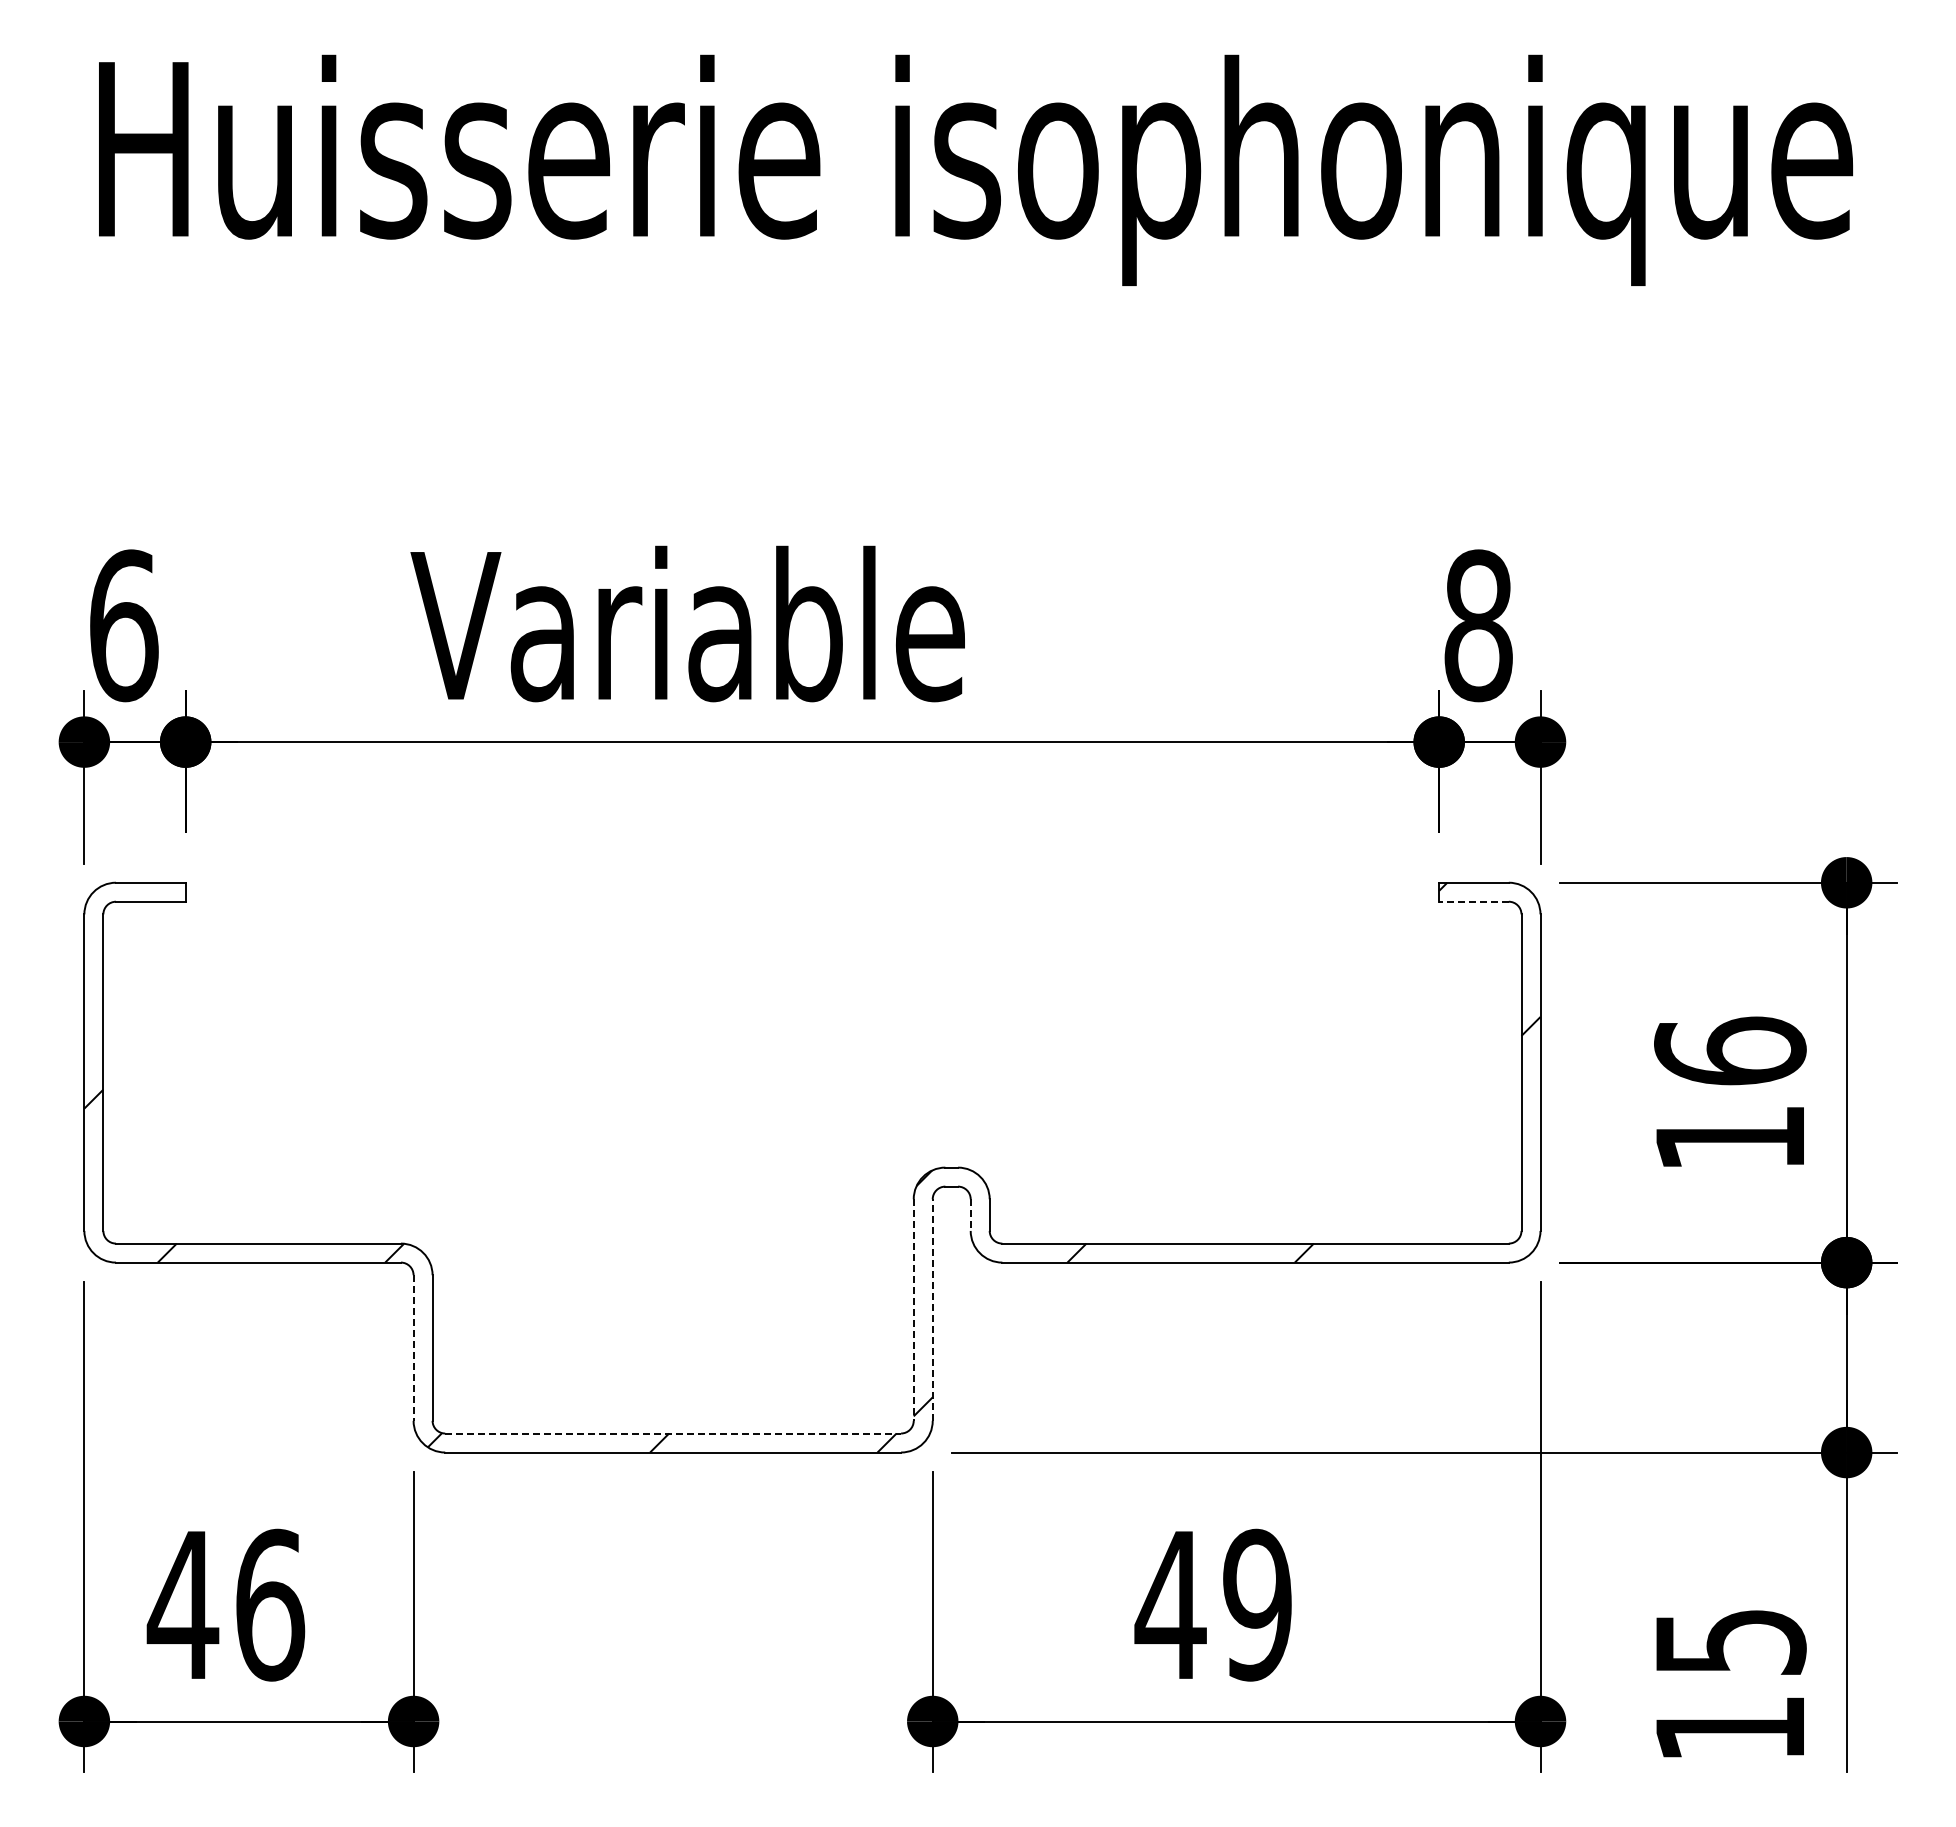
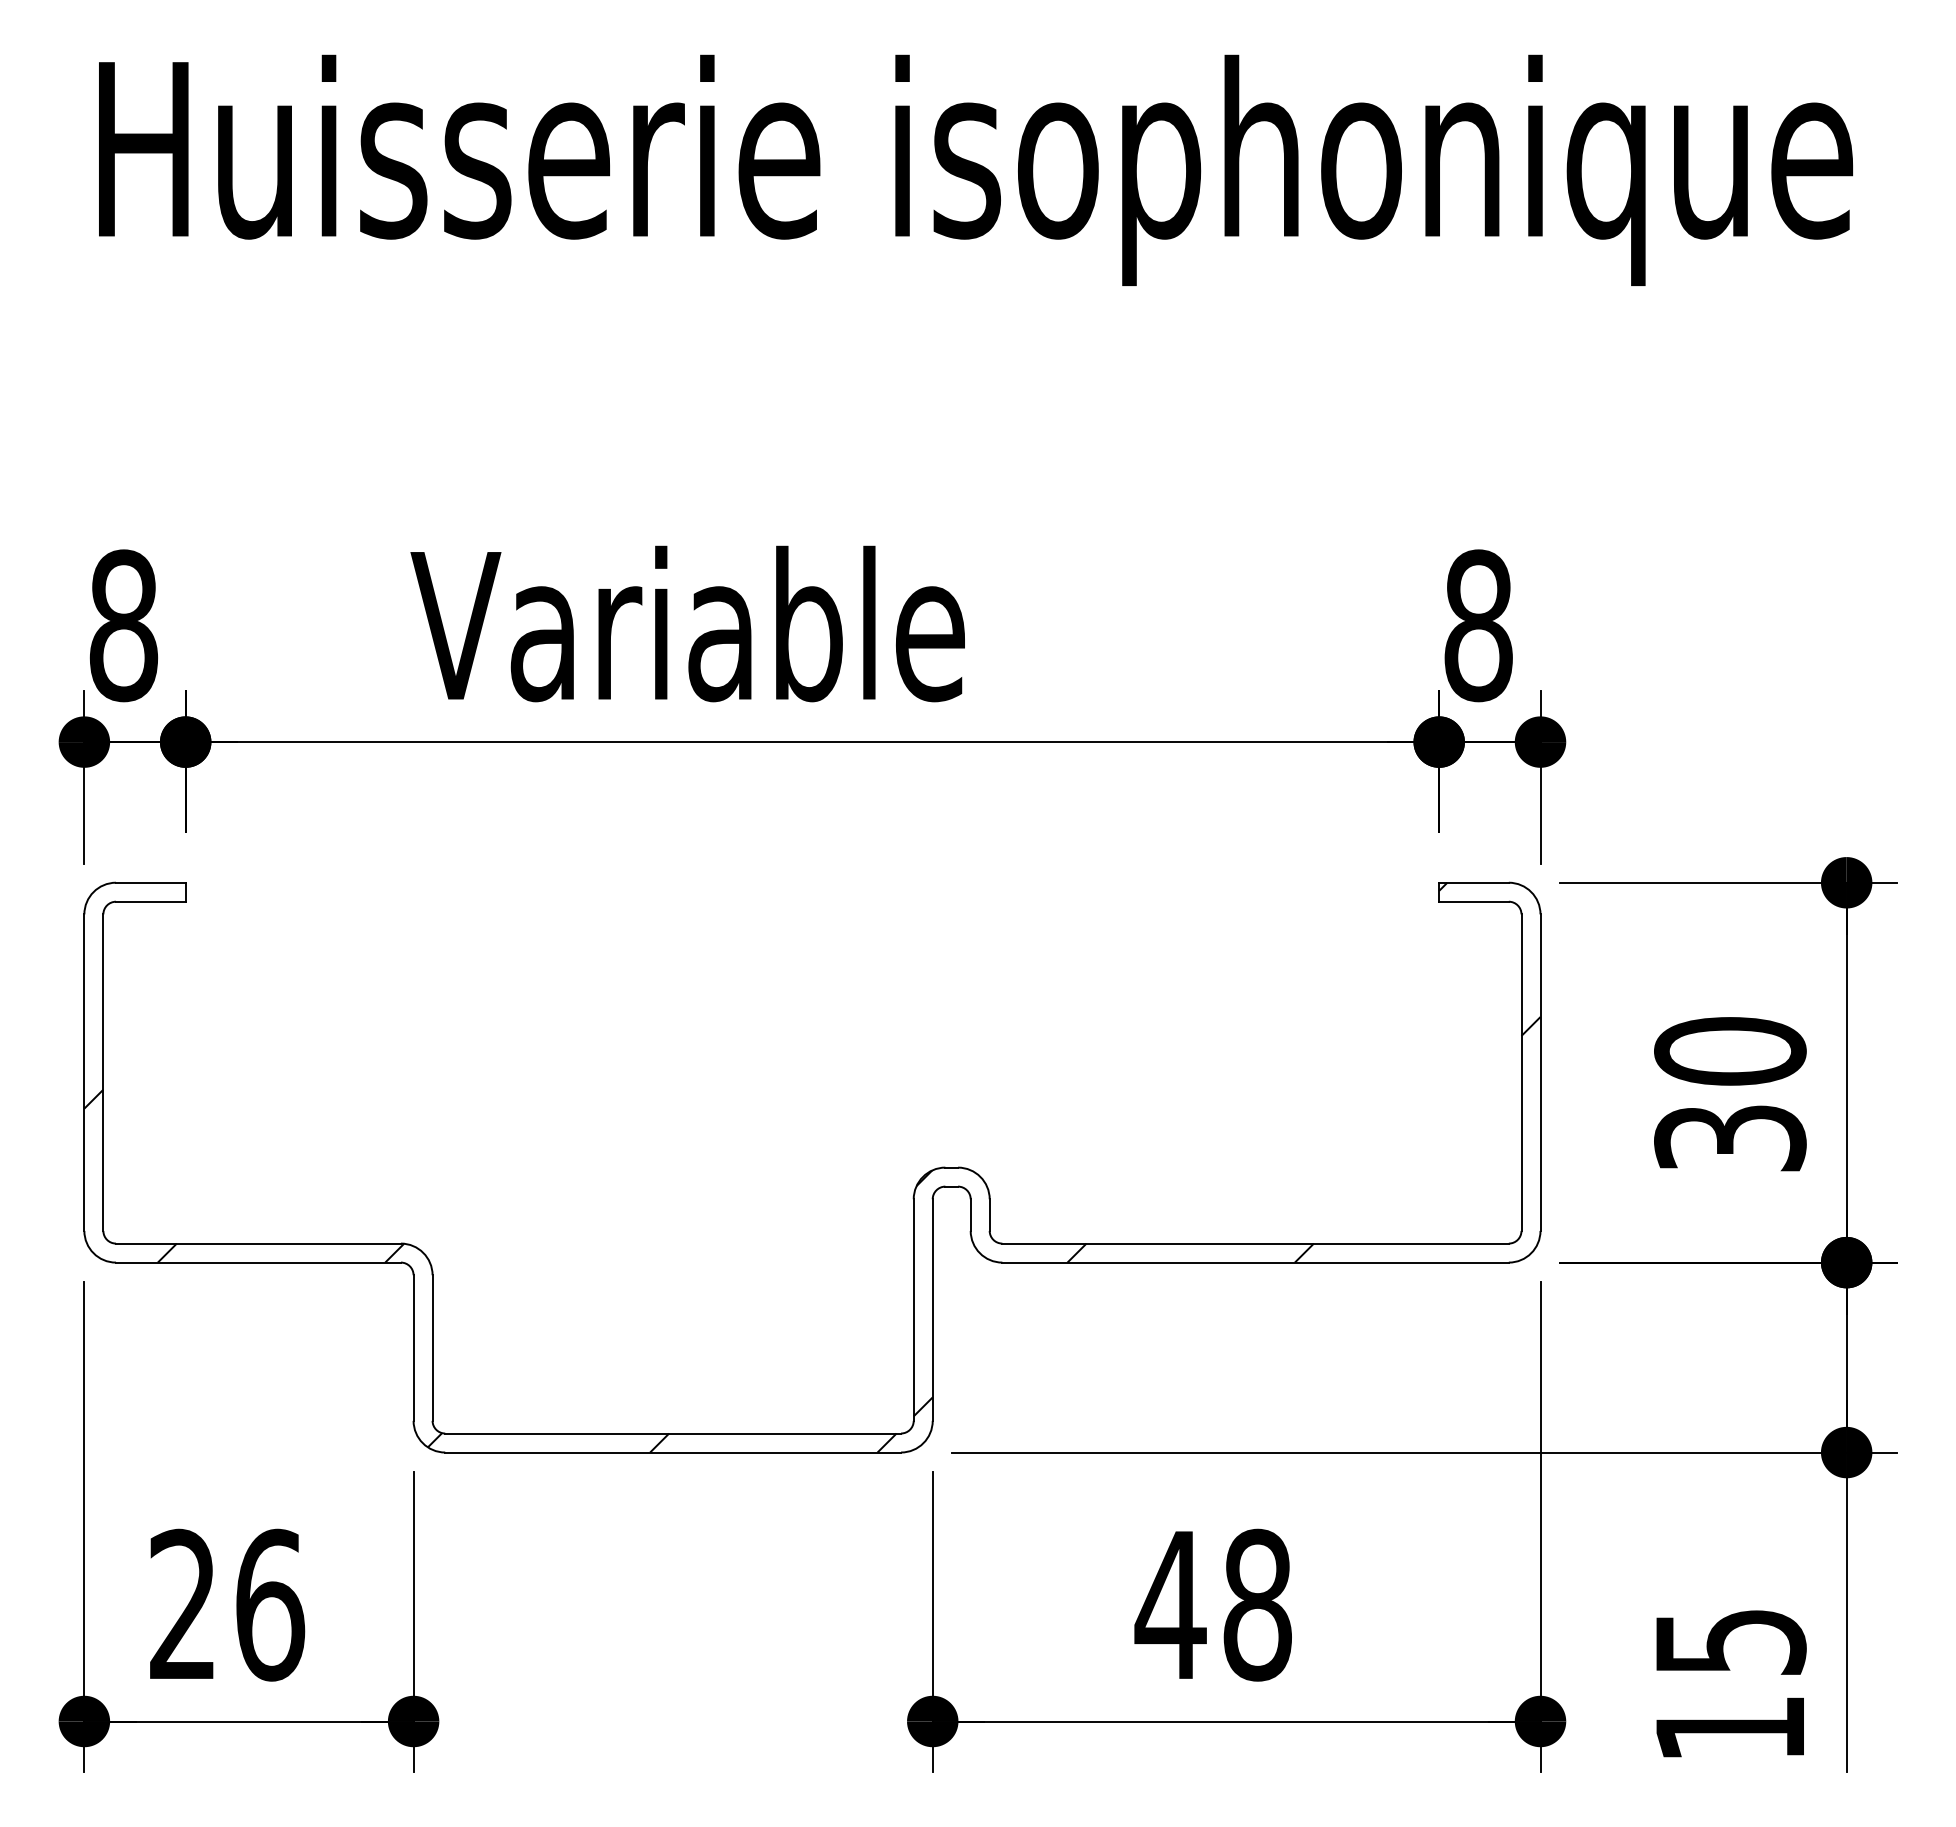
text at (123, 625): 6 -> 8
line at (1474, 901): dashed -> solid
text at (1730, 1093): 16 -> 30
line at (970, 1215): dashed -> solid
line at (913, 1310): dashed -> solid
line at (932, 1310): dashed -> solid
line at (413, 1348): dashed -> solid
line at (673, 1433): dashed -> solid
text at (182, 1603): 46 -> 26
text at (1257, 1604): 49 -> 48
